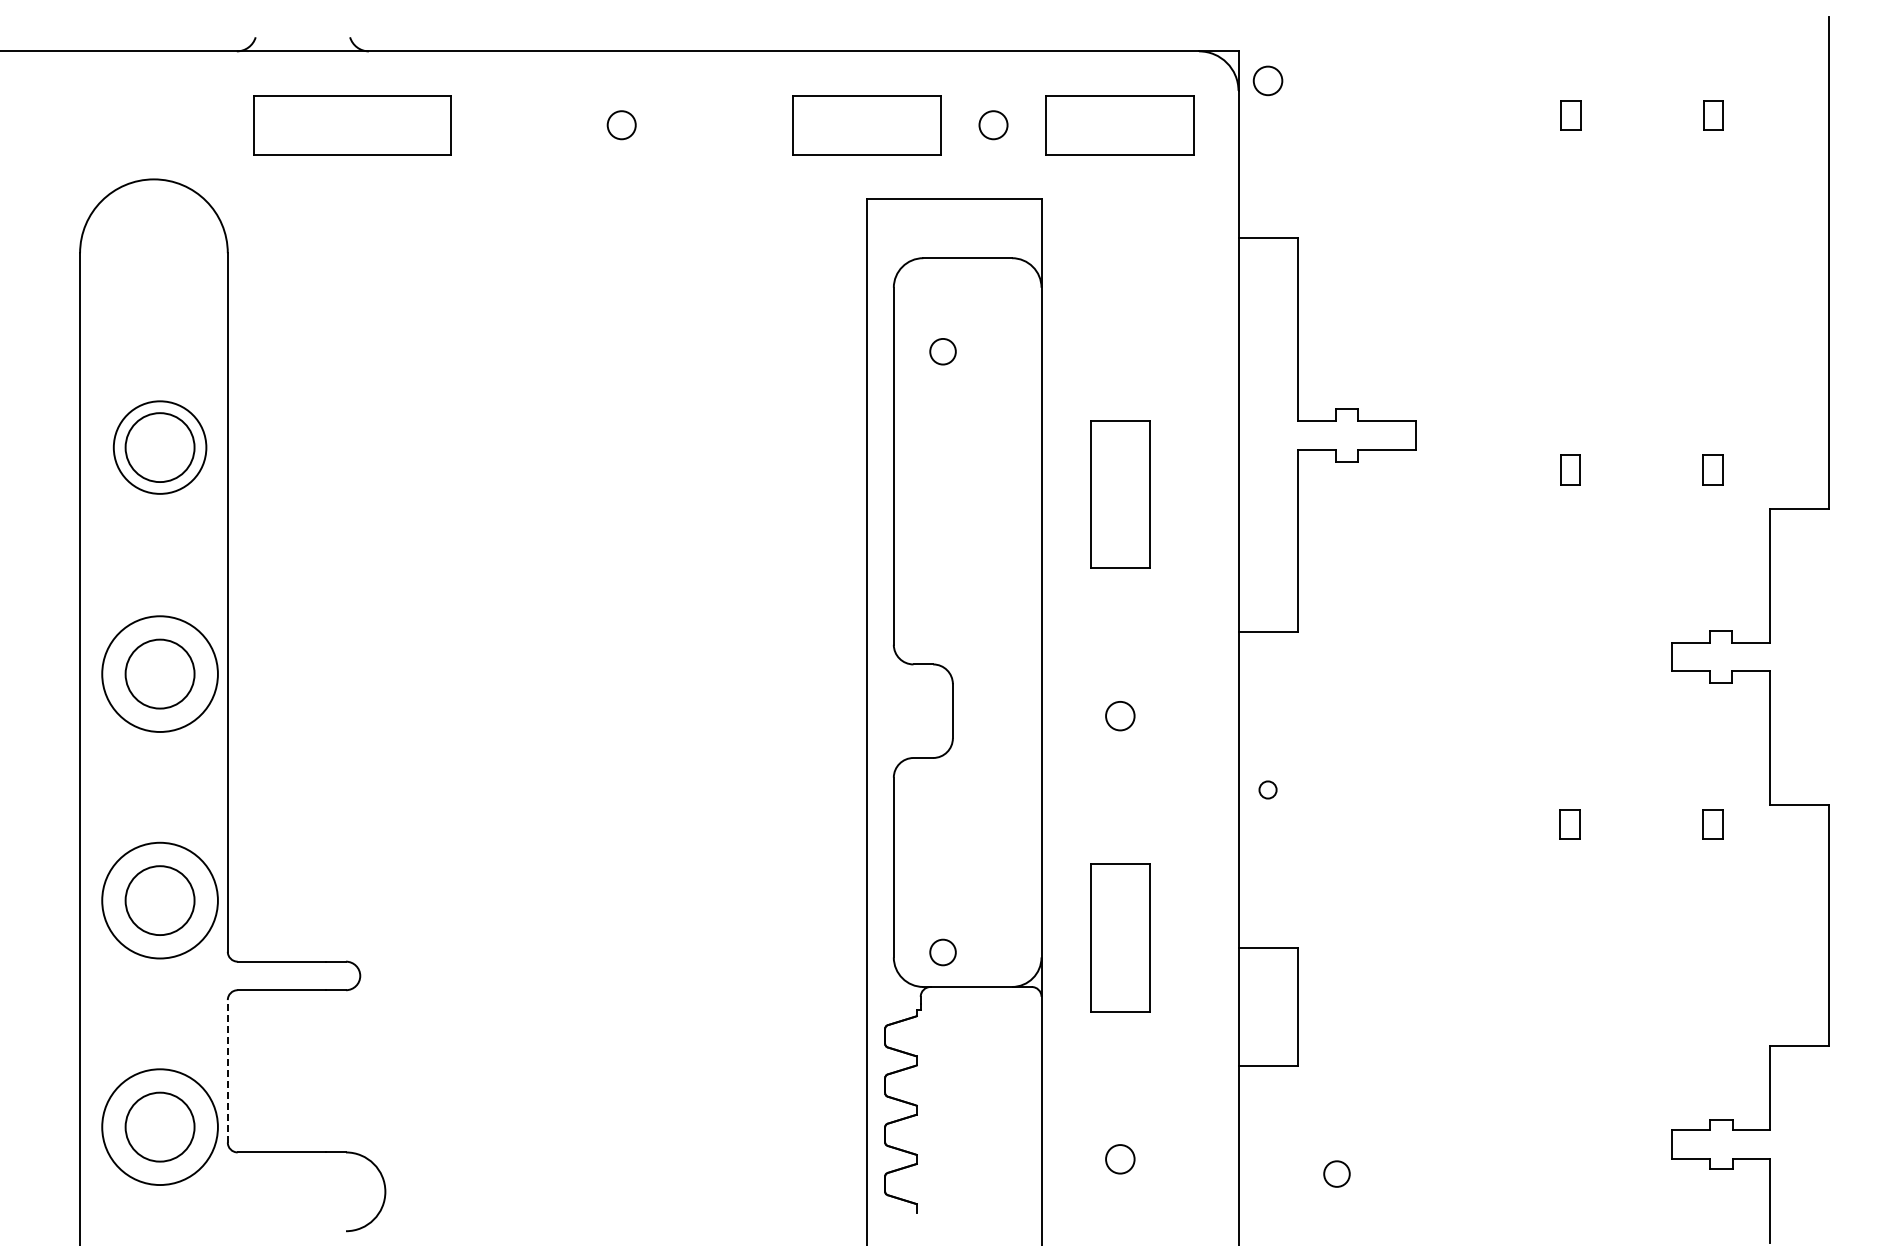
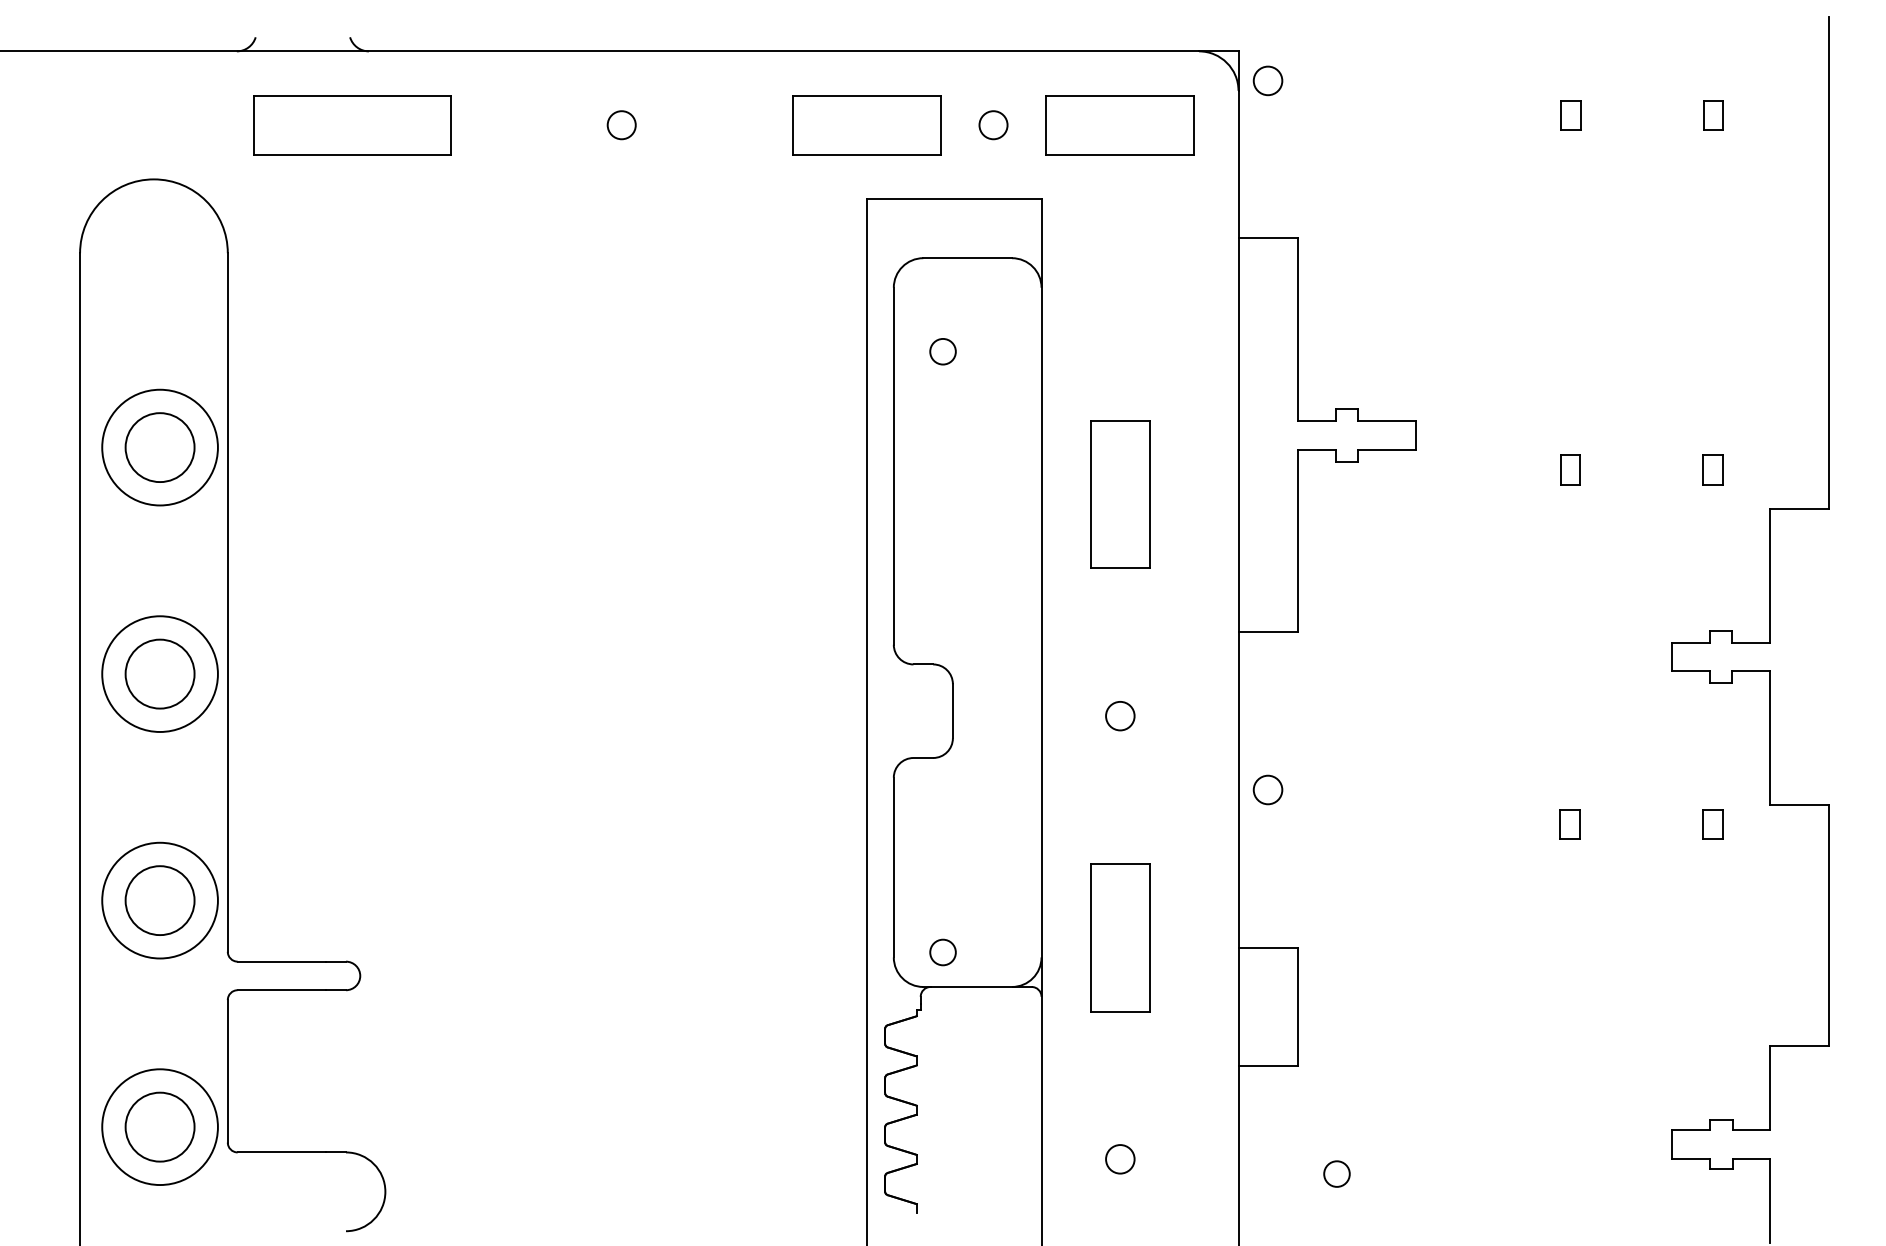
circle at (159, 447) diameter: 93 px -> 116 px
circle at (1267, 789) diameter: 17 px -> 29 px
line at (227, 1070): dashed -> solid
